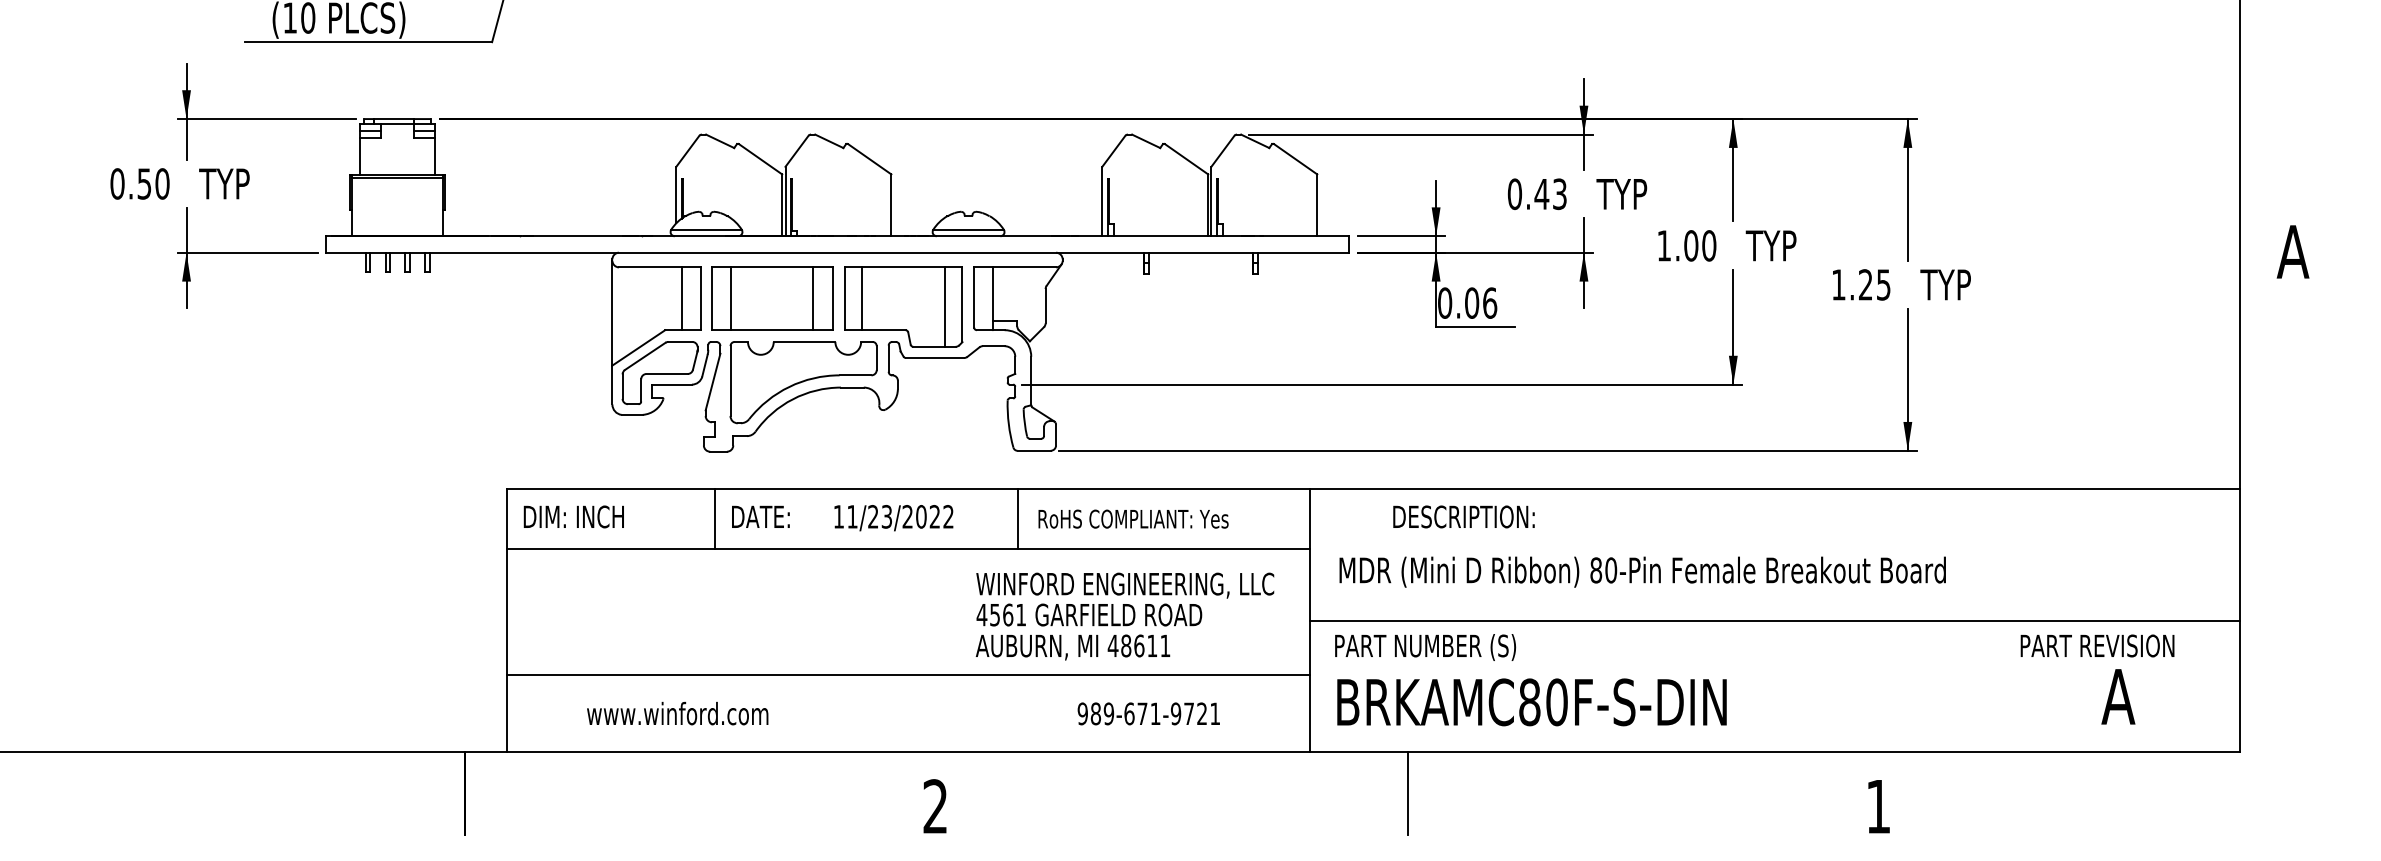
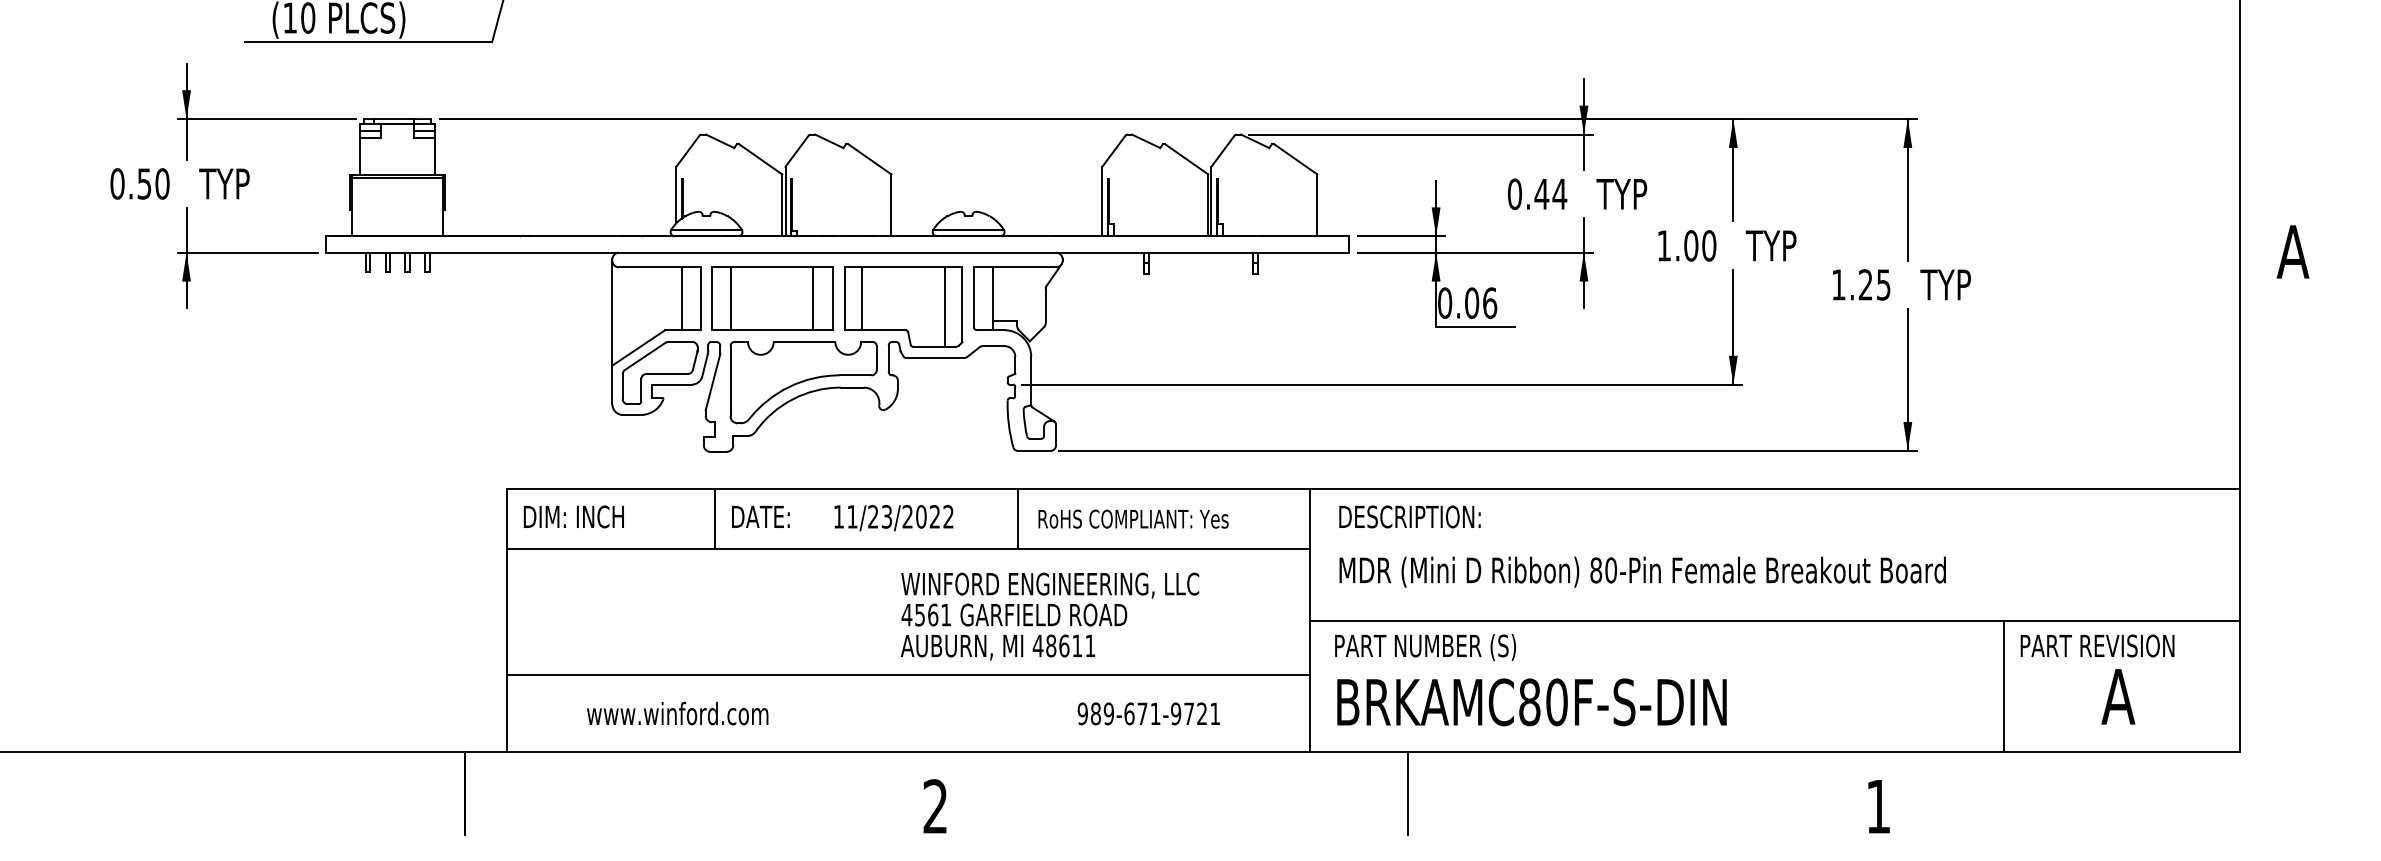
text at (1559, 194): 0.43 -> 0.44
text at (1463, 516) position: (1463, 516) -> (1409, 516)
text at (1124, 616) position: (1124, 616) -> (1049, 616)
line at (2003, 685): none -> present
